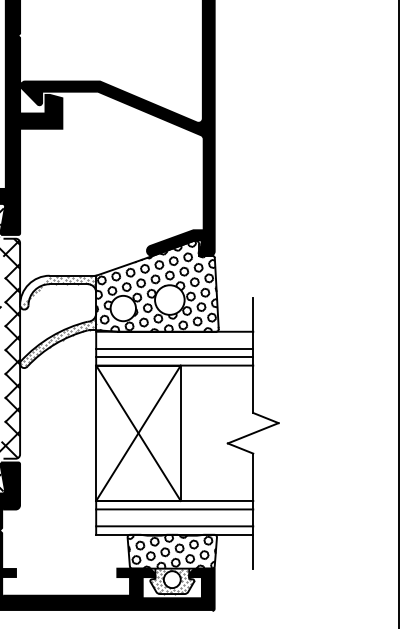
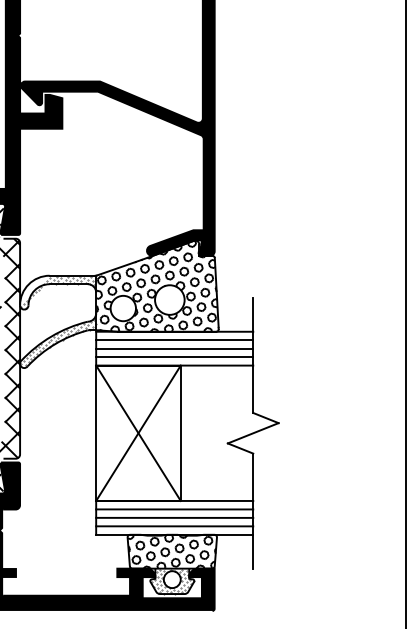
line at (398, 313) position: (398, 313) -> (405, 313)
line at (174, 340): none -> present
line at (174, 517): none -> present
